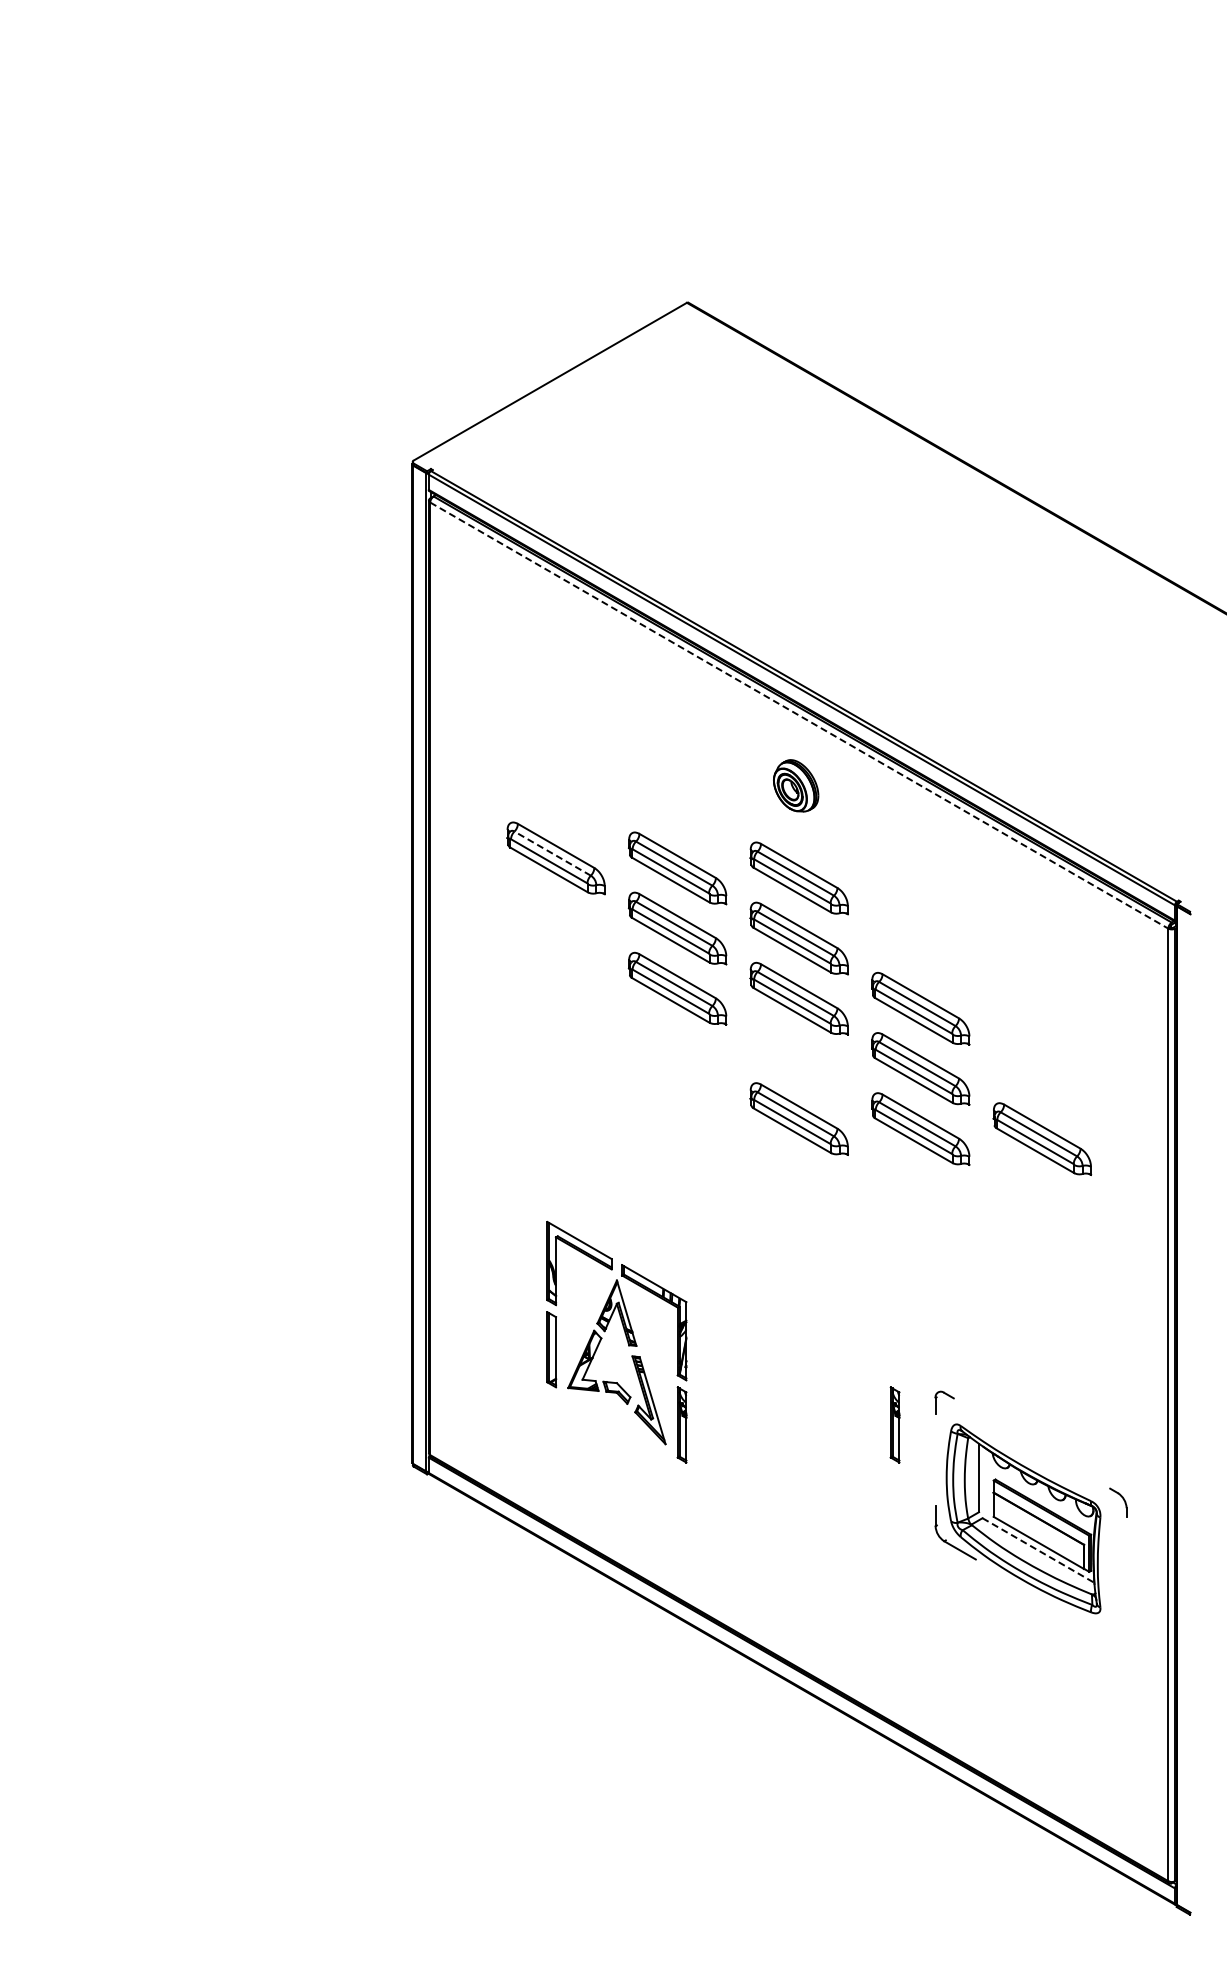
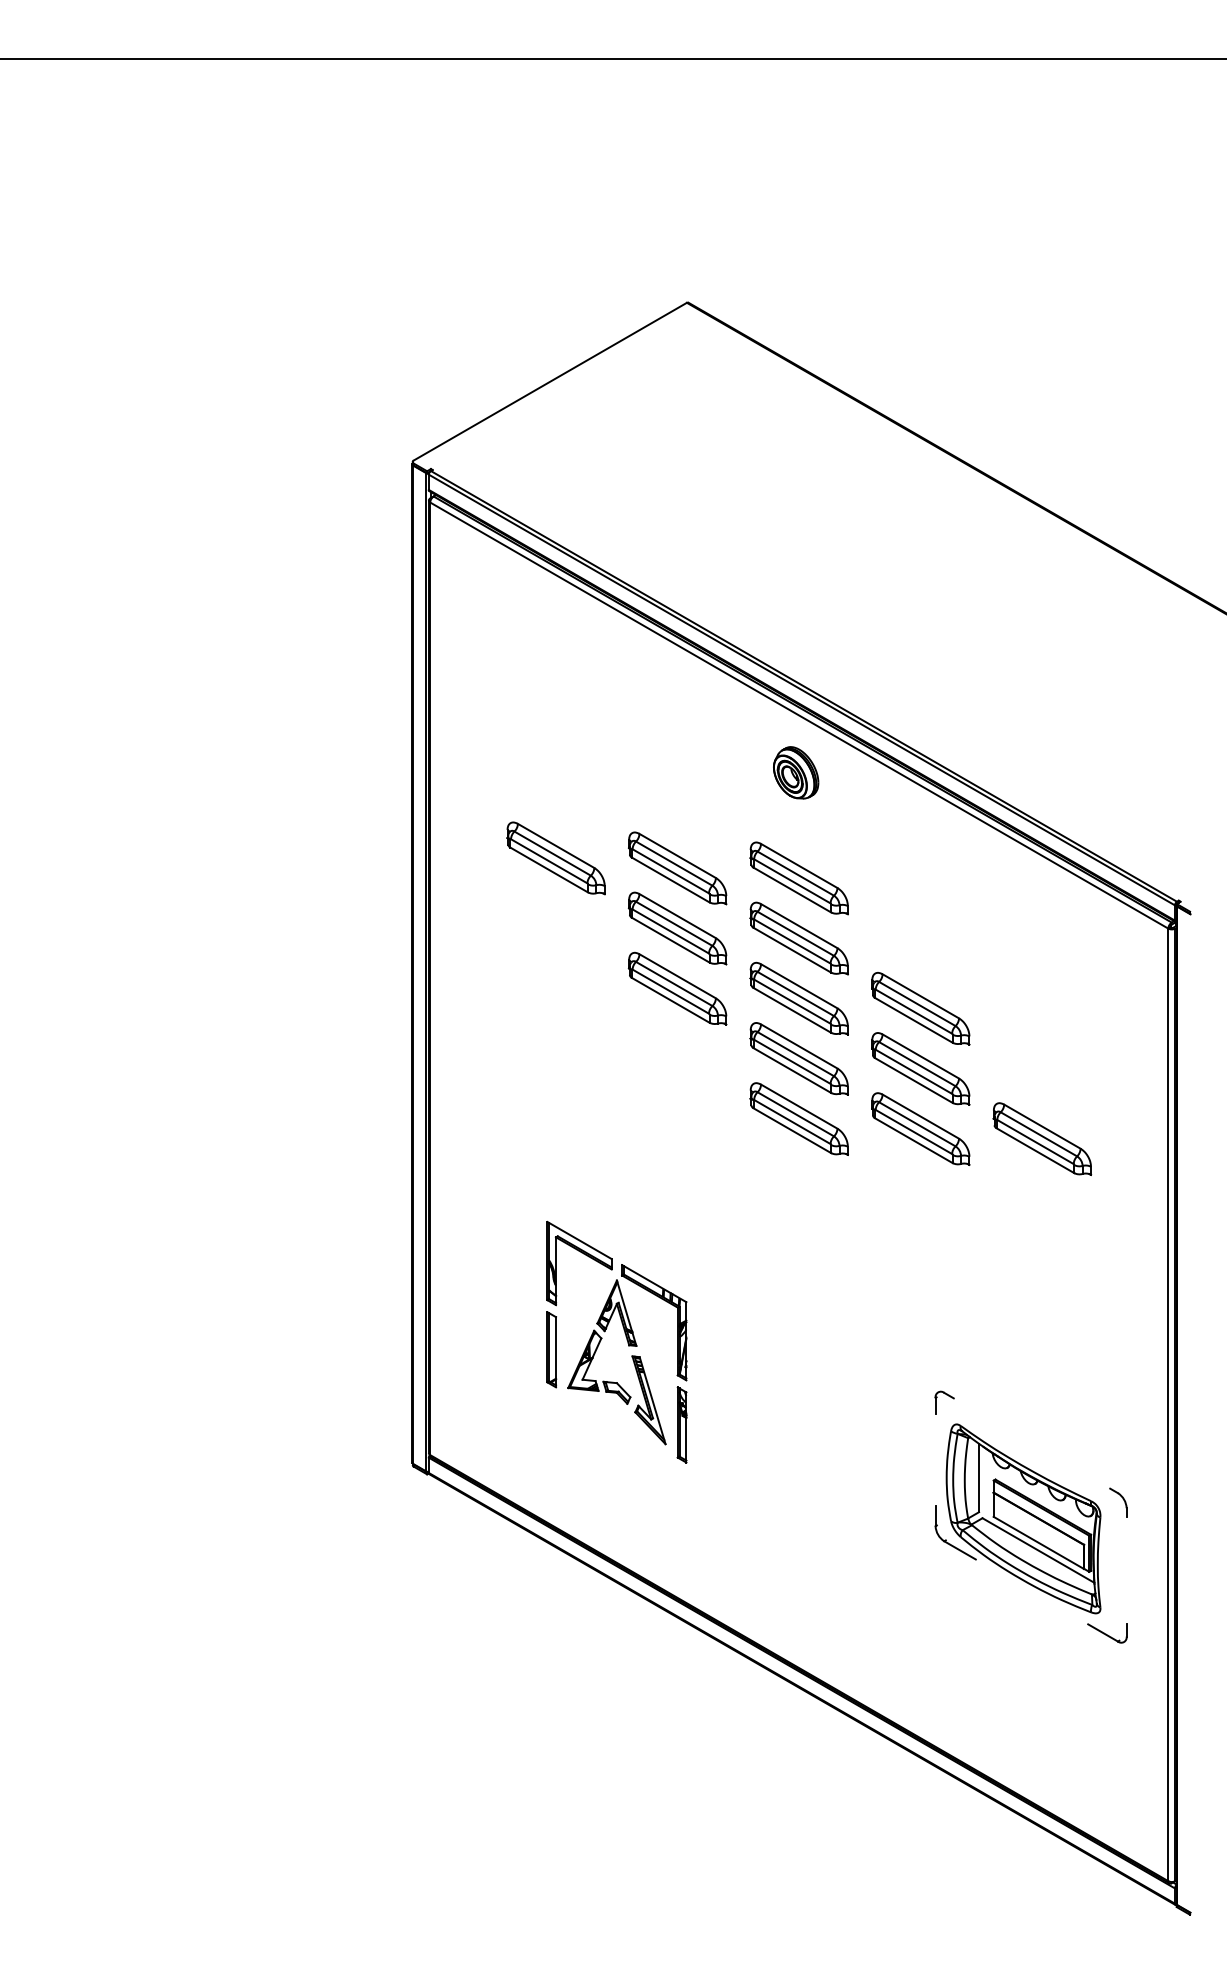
line at (612, 59): none -> present
line at (799, 715): dashed -> solid
part at (796, 785) position: (796, 785) -> (796, 772)
line at (552, 853): dashed -> solid
part at (798, 1058): none -> present
part at (894, 1424): present -> none
line at (1038, 1550): dashed -> solid
part at (1107, 1633): none -> present
